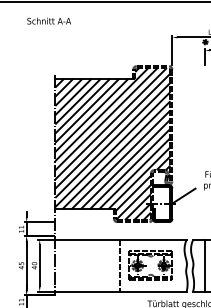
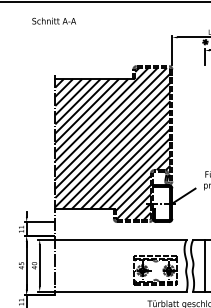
text at (48, 20) position: (48, 20) -> (53, 20)
line at (120, 265): present -> none
part at (150, 265) position: (150, 265) -> (155, 270)
